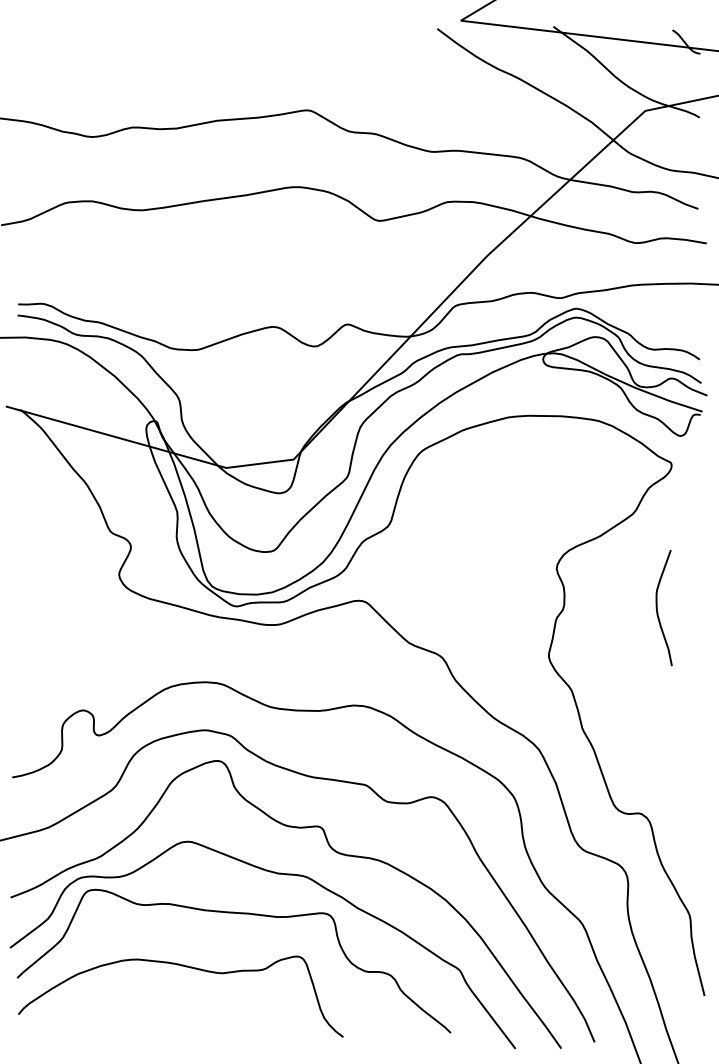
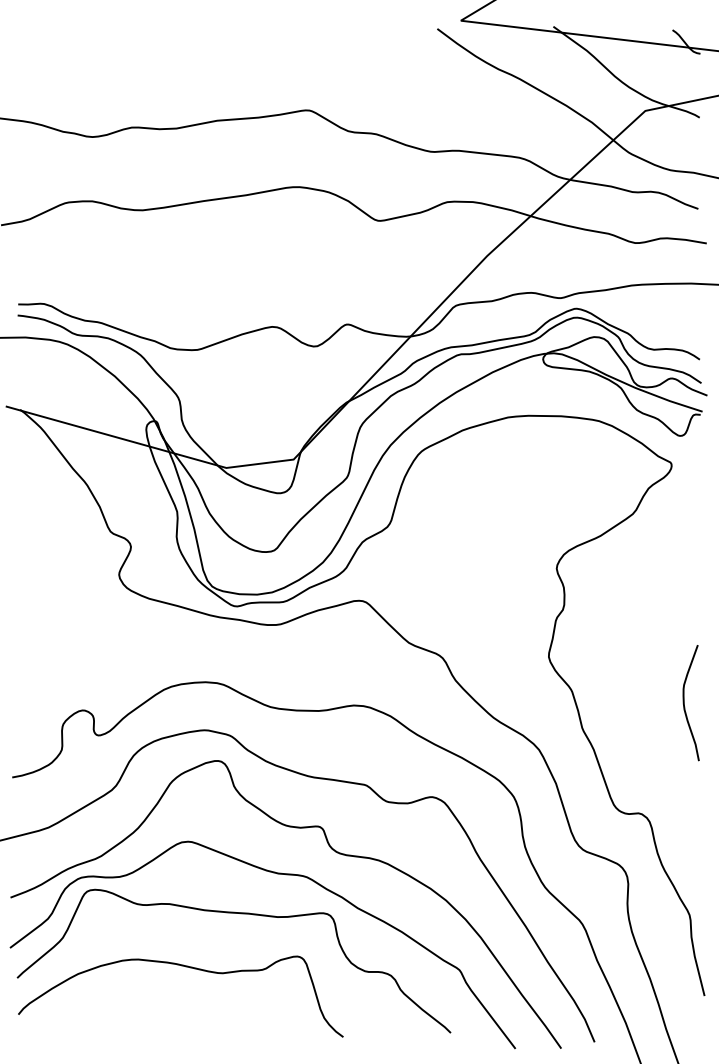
curve at (657, 608) position: (657, 608) -> (684, 703)
